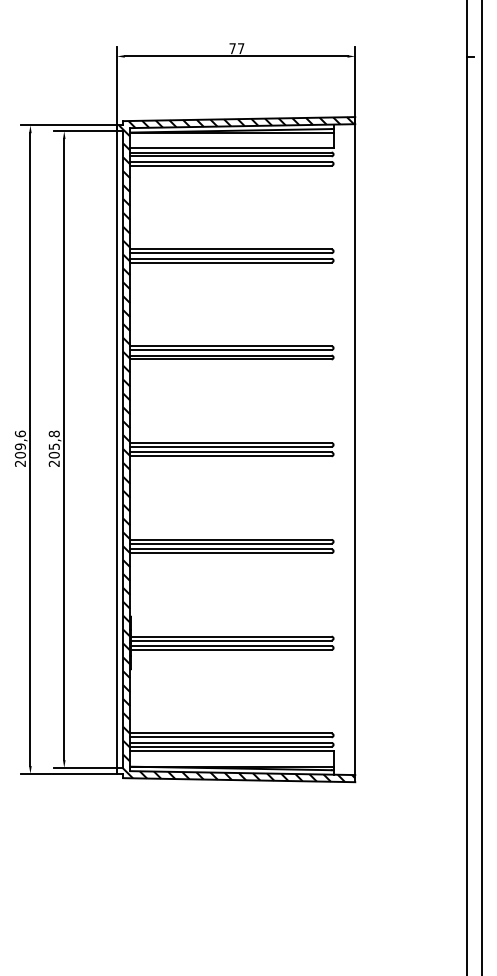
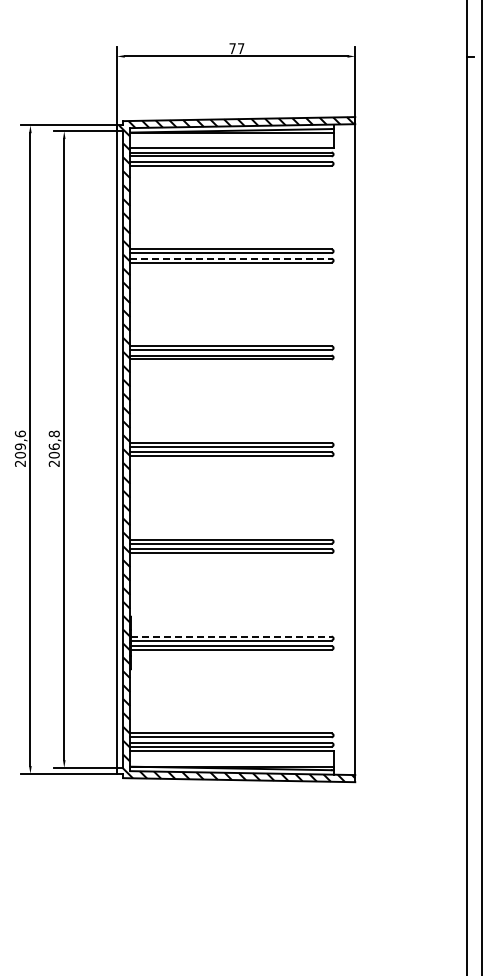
line at (231, 258): solid -> dashed
text at (53, 446): 205,8 -> 206,8
line at (231, 636): solid -> dashed
